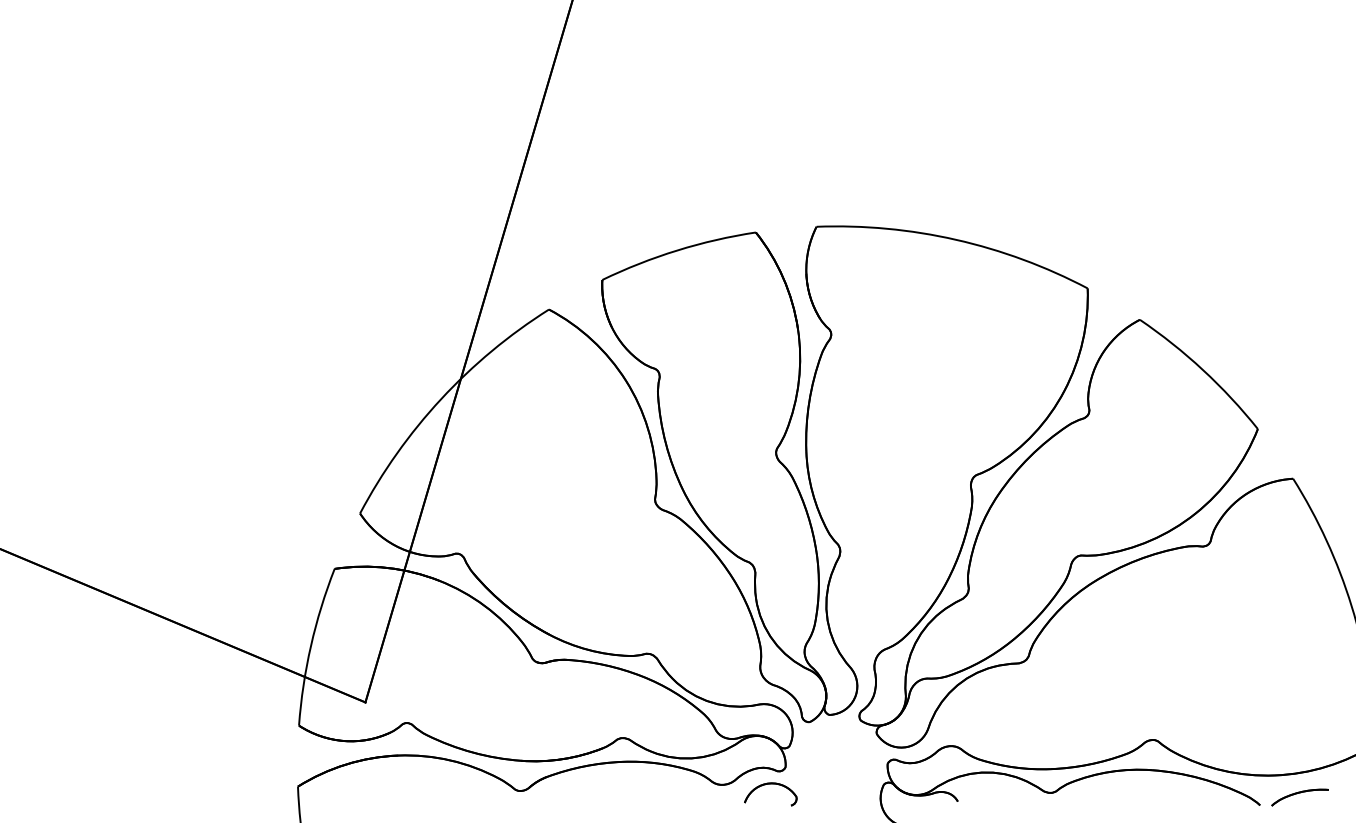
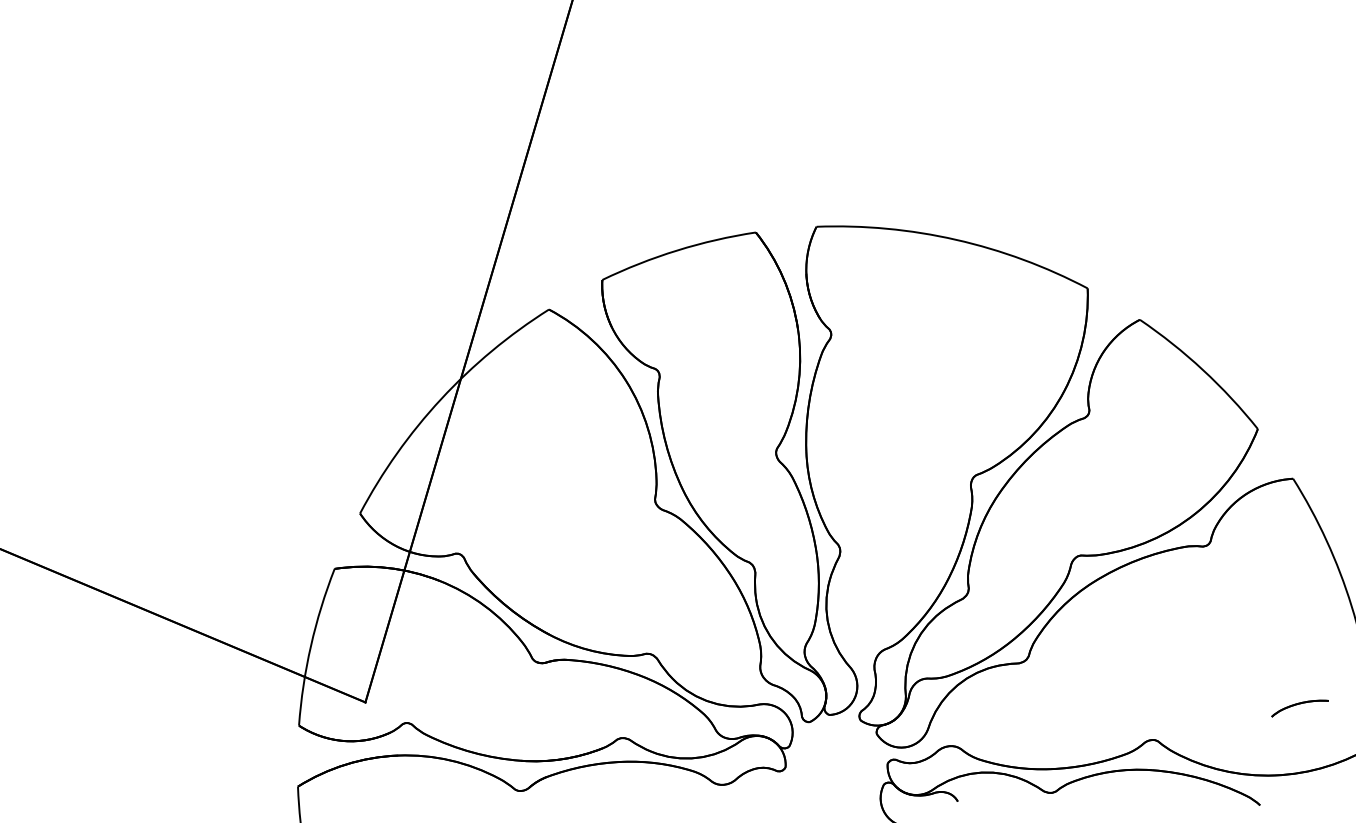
part at (770, 784): present -> none
part at (1299, 797) position: (1299, 797) -> (1299, 708)
